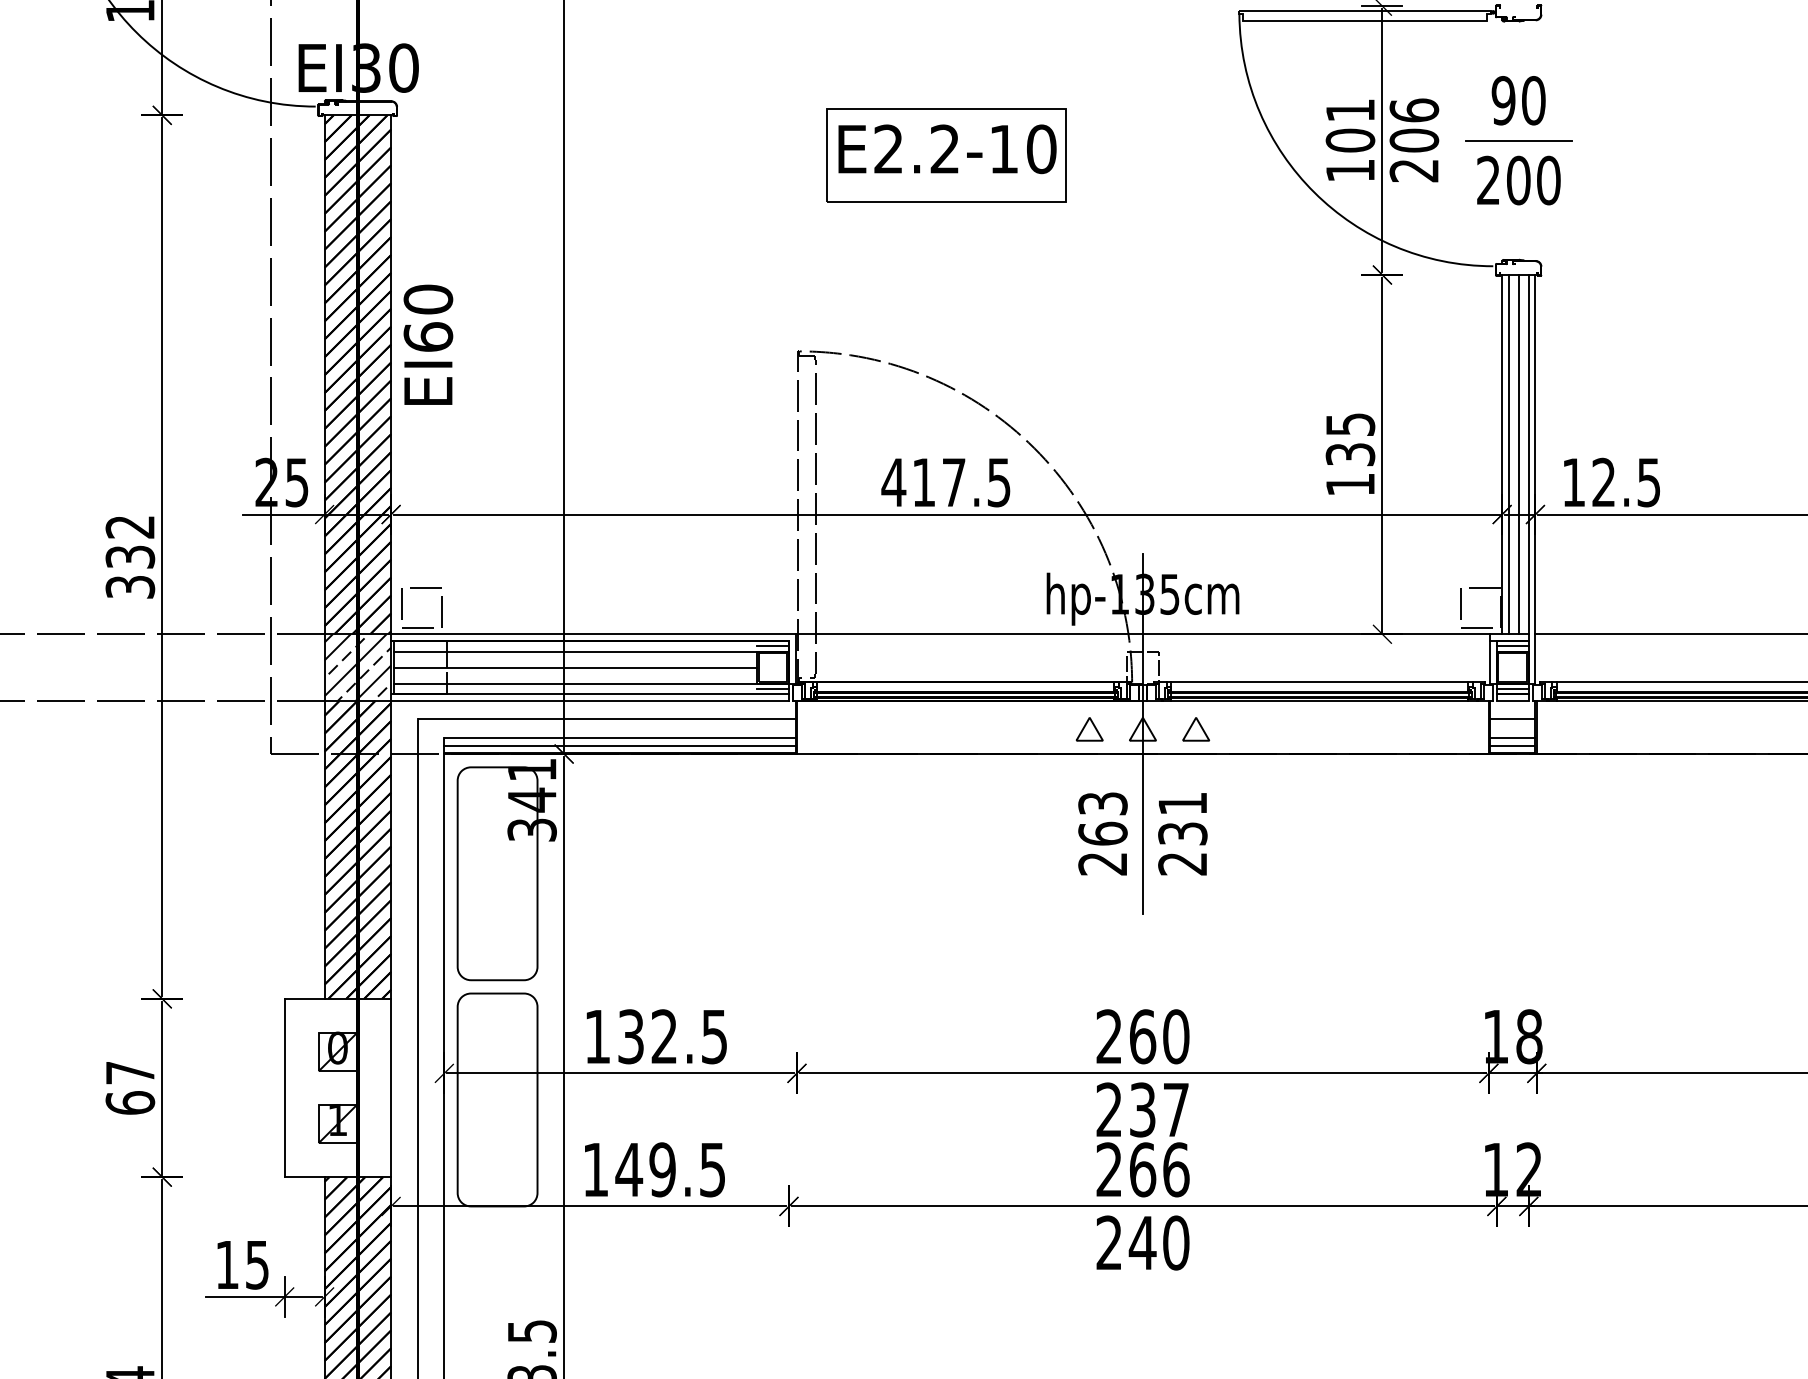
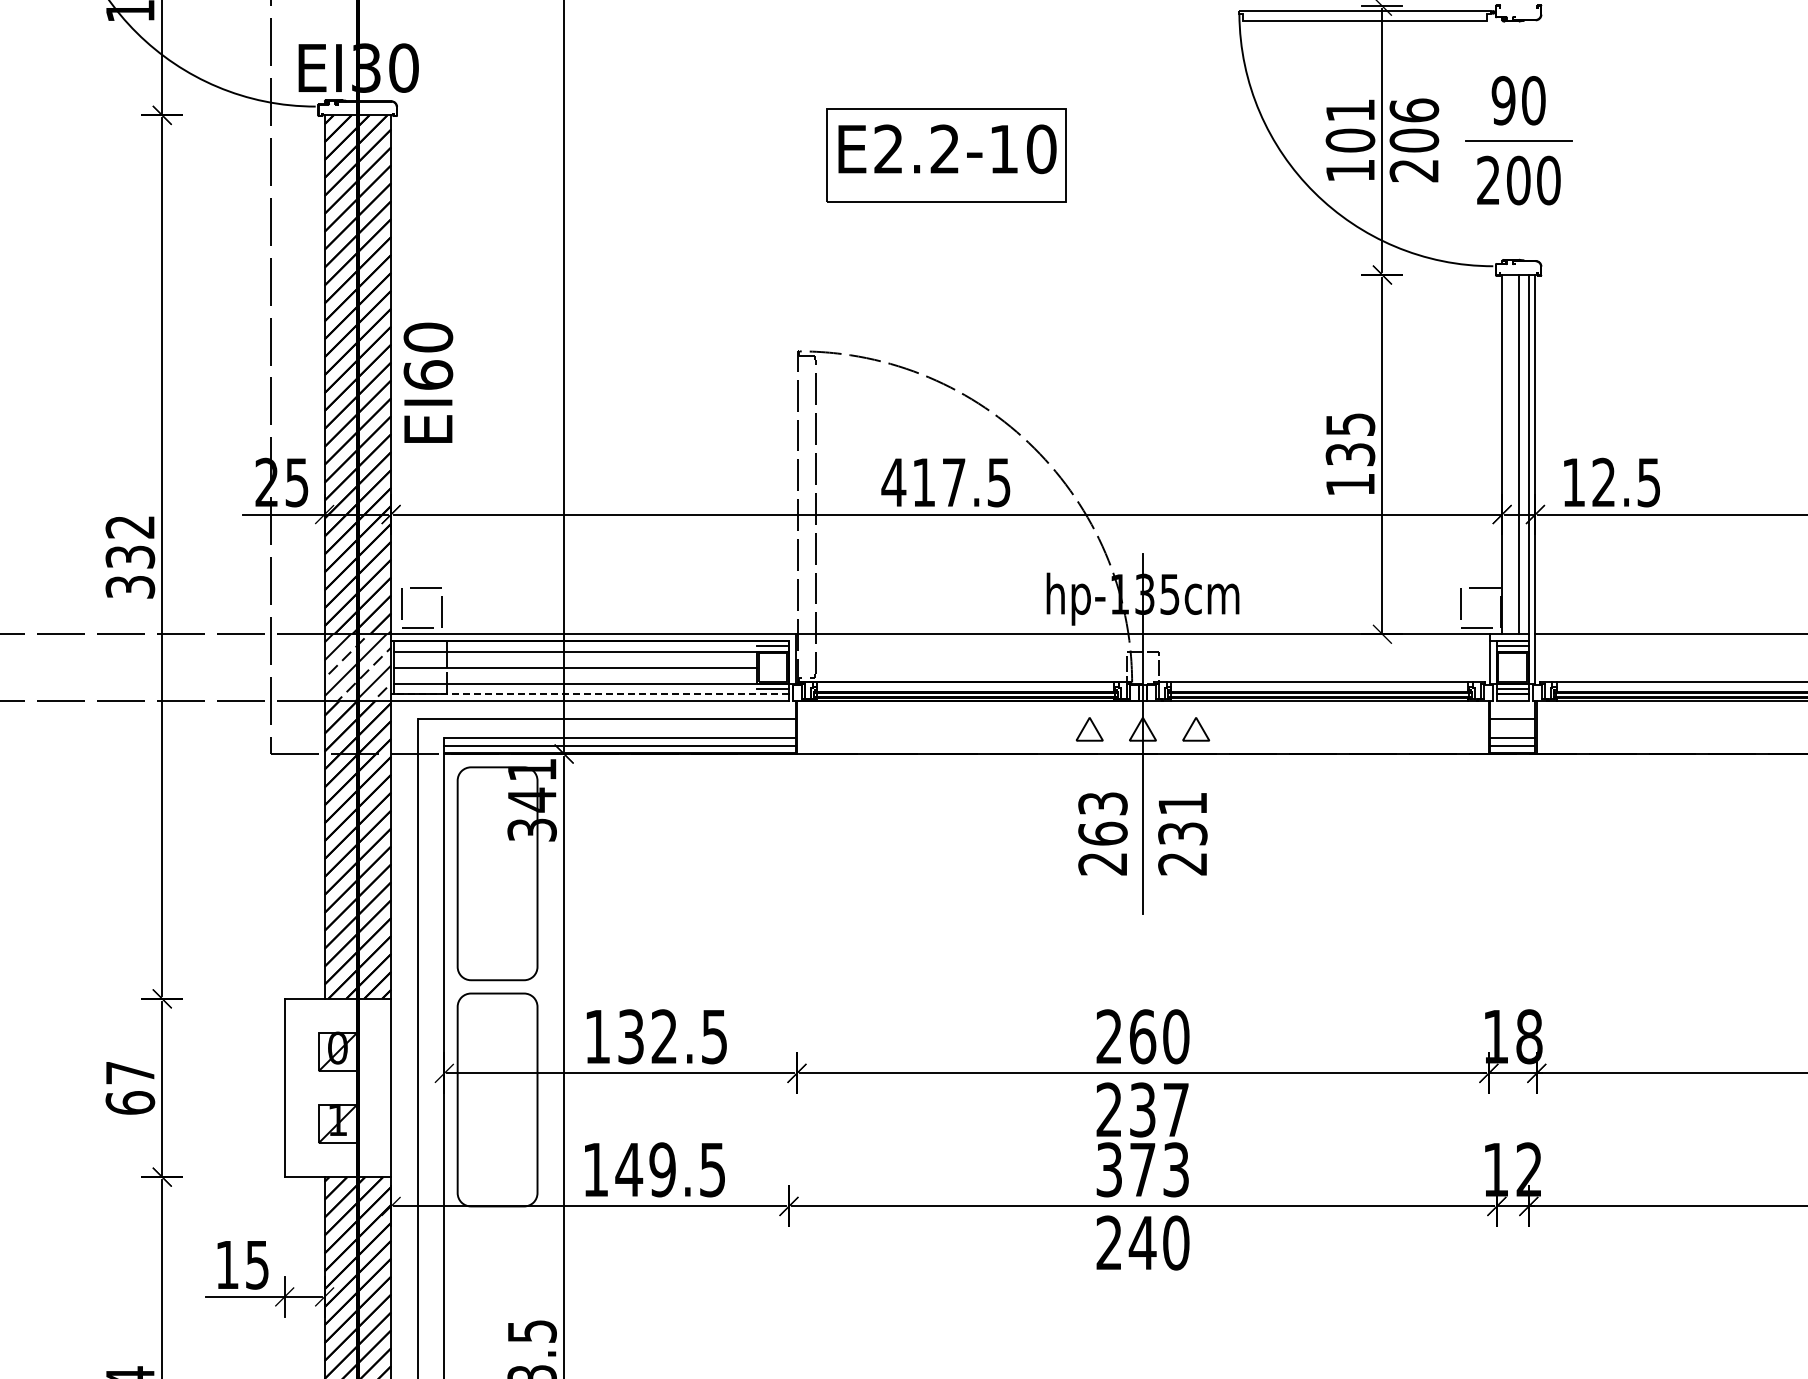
text at (428, 344) position: (428, 344) -> (428, 382)
line at (1508, 454): present -> none
line at (591, 694): solid -> dashed
text at (1142, 1169): 266 -> 373
